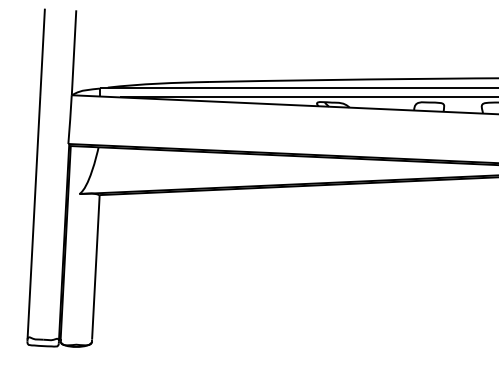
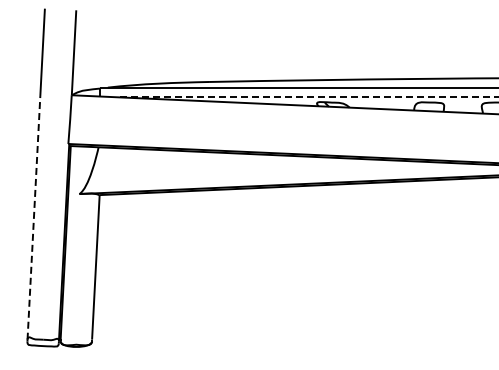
line at (309, 97): solid -> dashed
line at (33, 217): solid -> dashed
